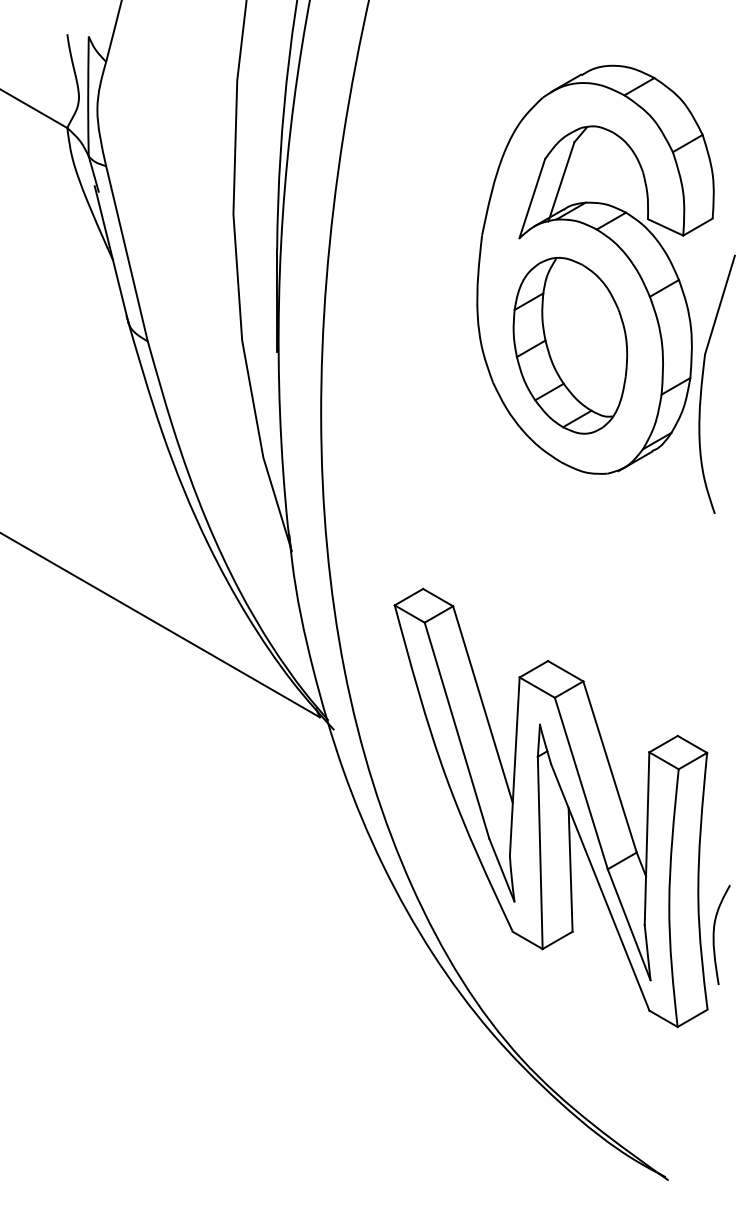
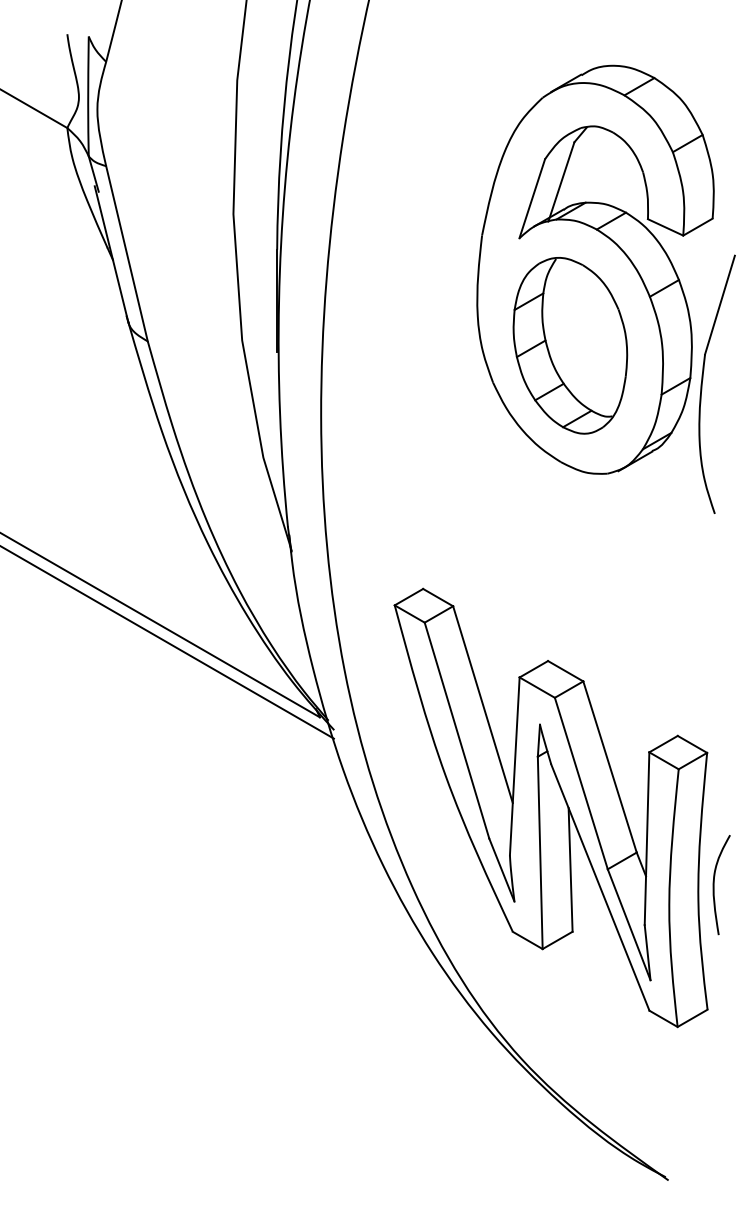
line at (167, 642): none -> present
curve at (714, 935) position: (714, 935) -> (714, 885)
